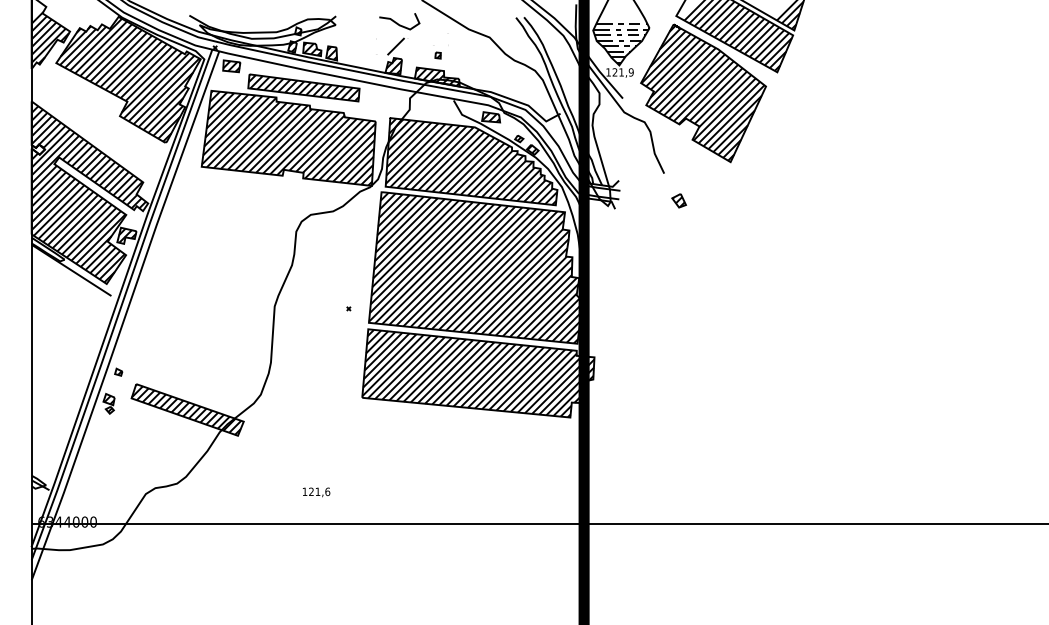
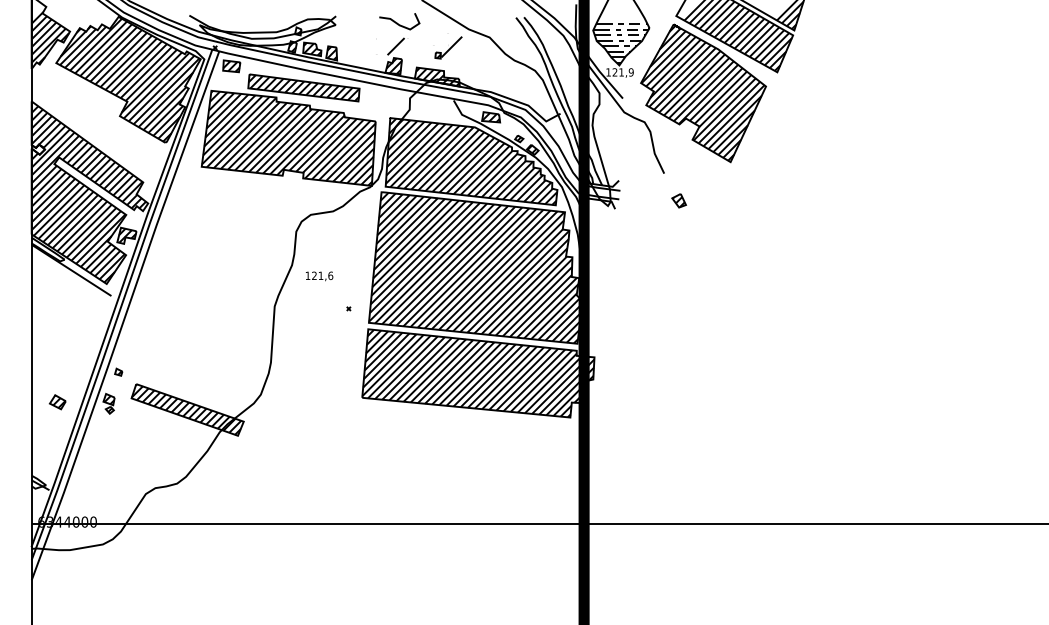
line at (451, 46): none -> present
part at (57, 402): none -> present
text at (316, 492) position: (316, 492) -> (319, 276)
